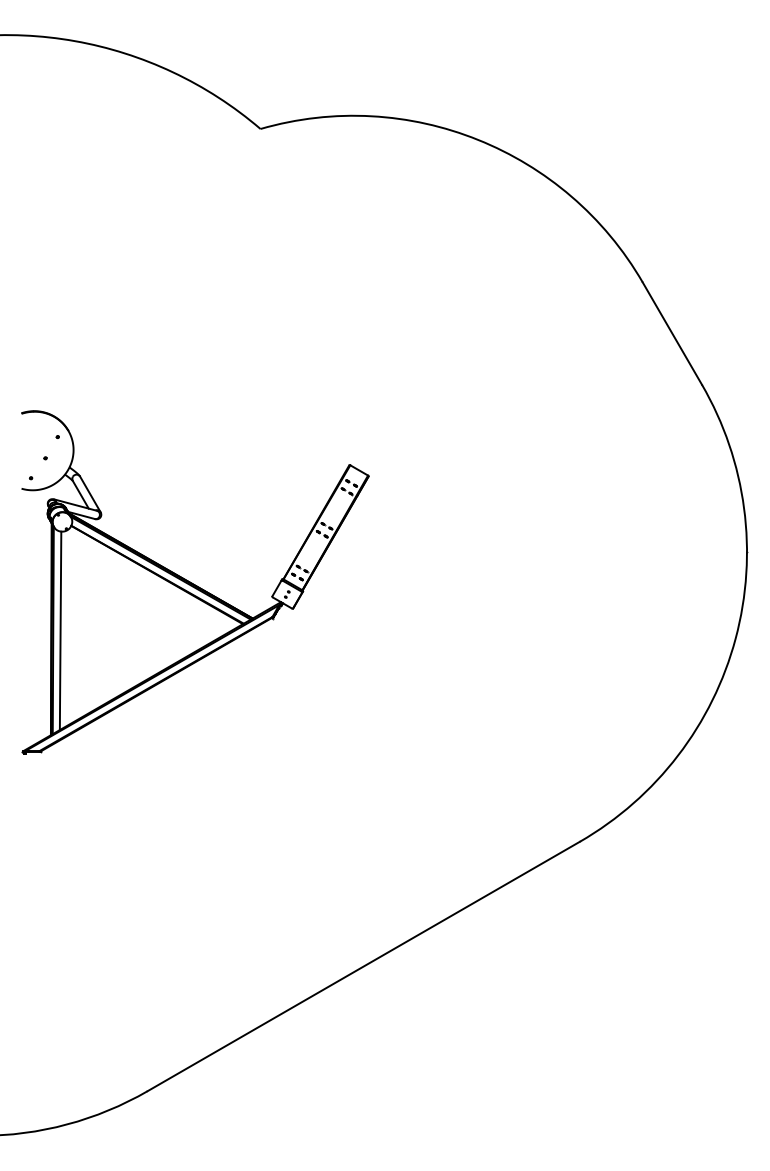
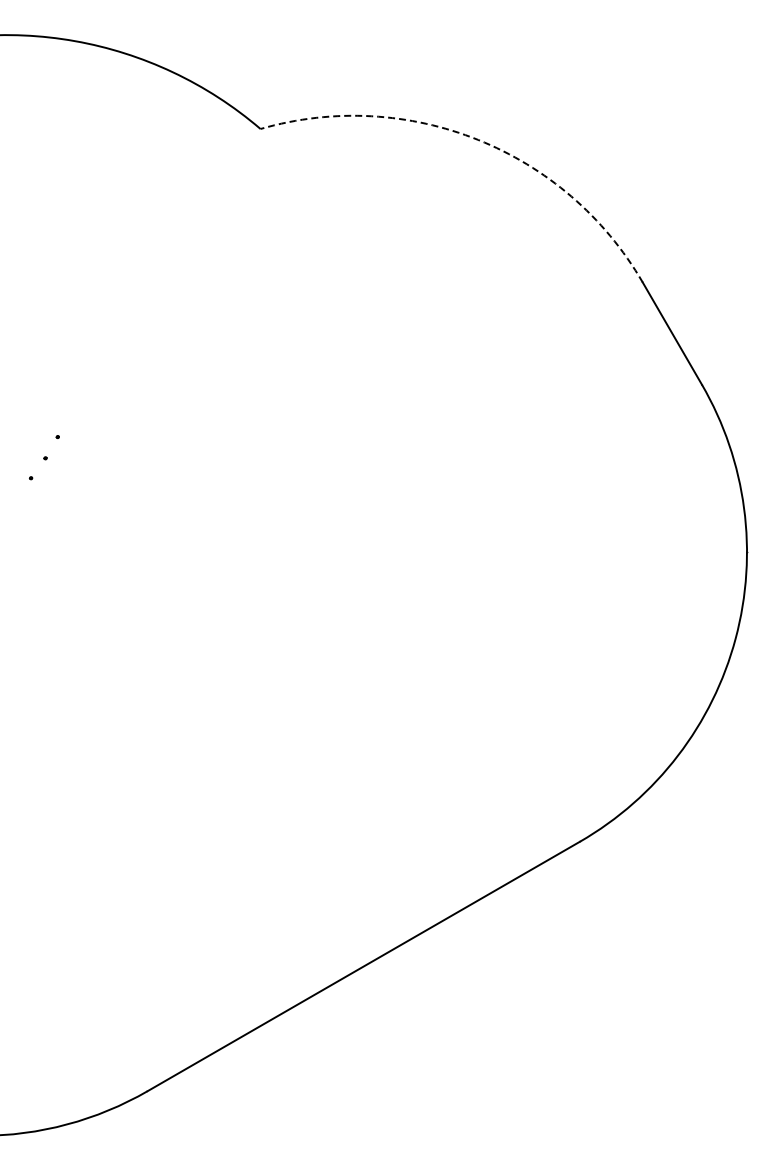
arc at (478, 139): solid -> dashed
part at (195, 582): present -> none
